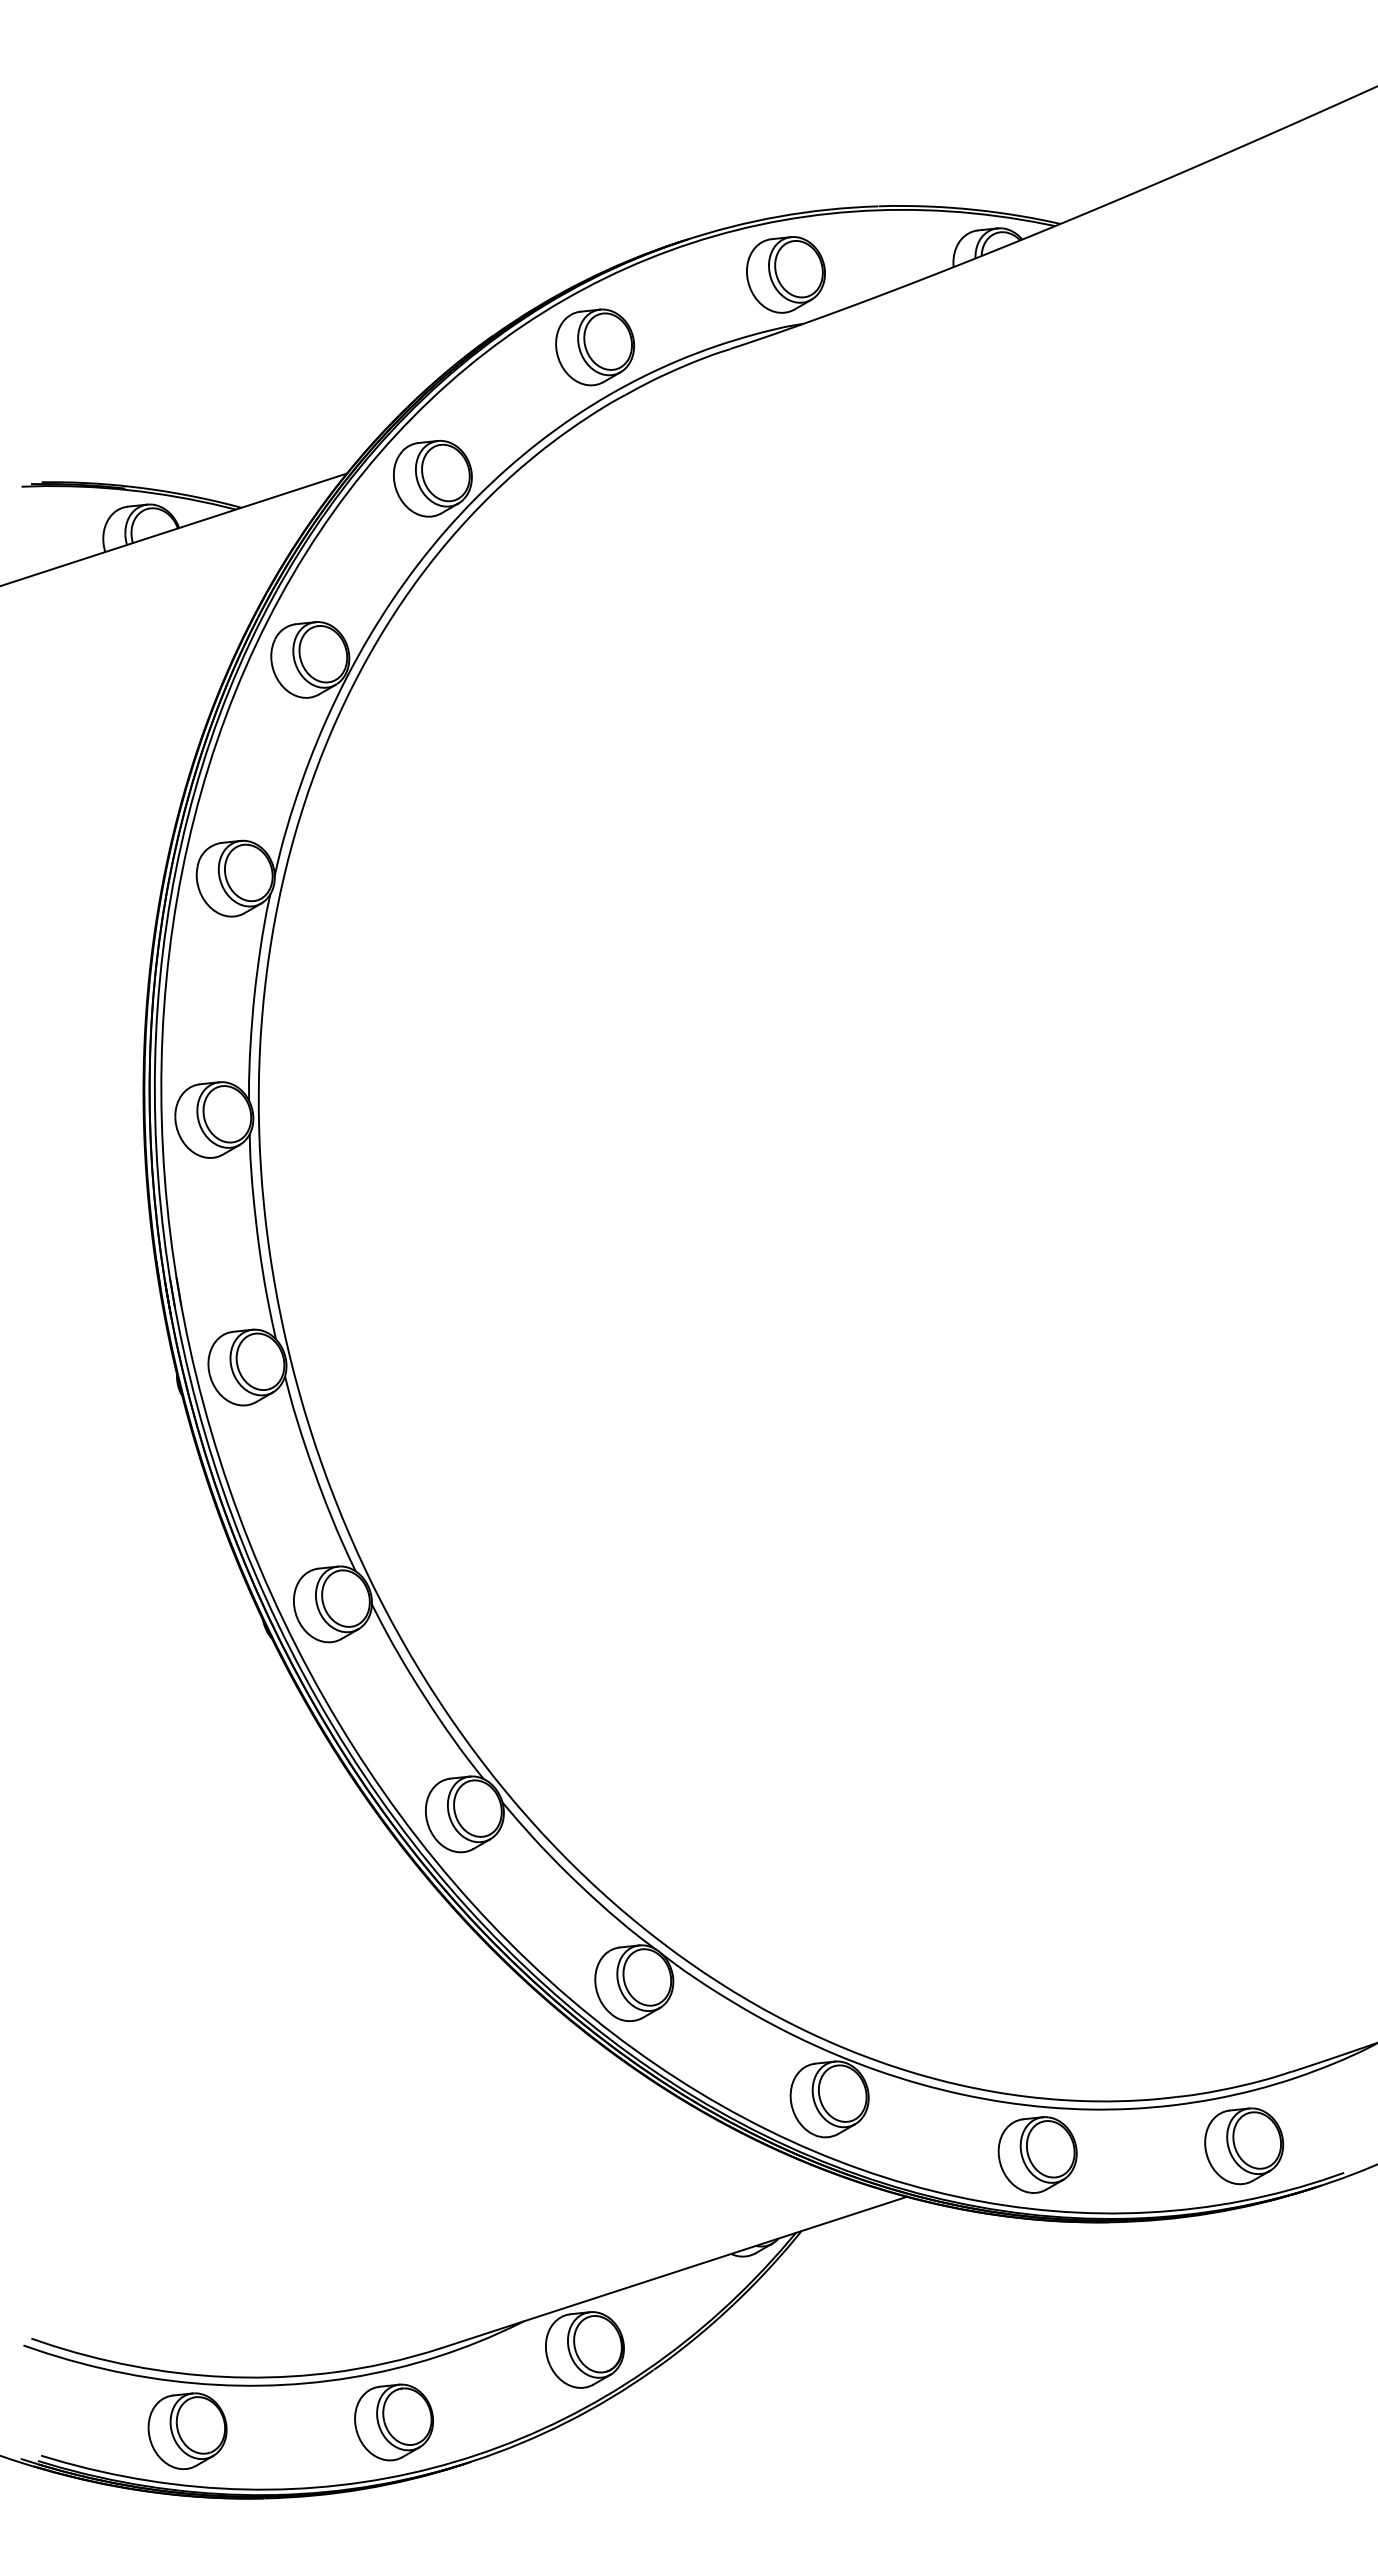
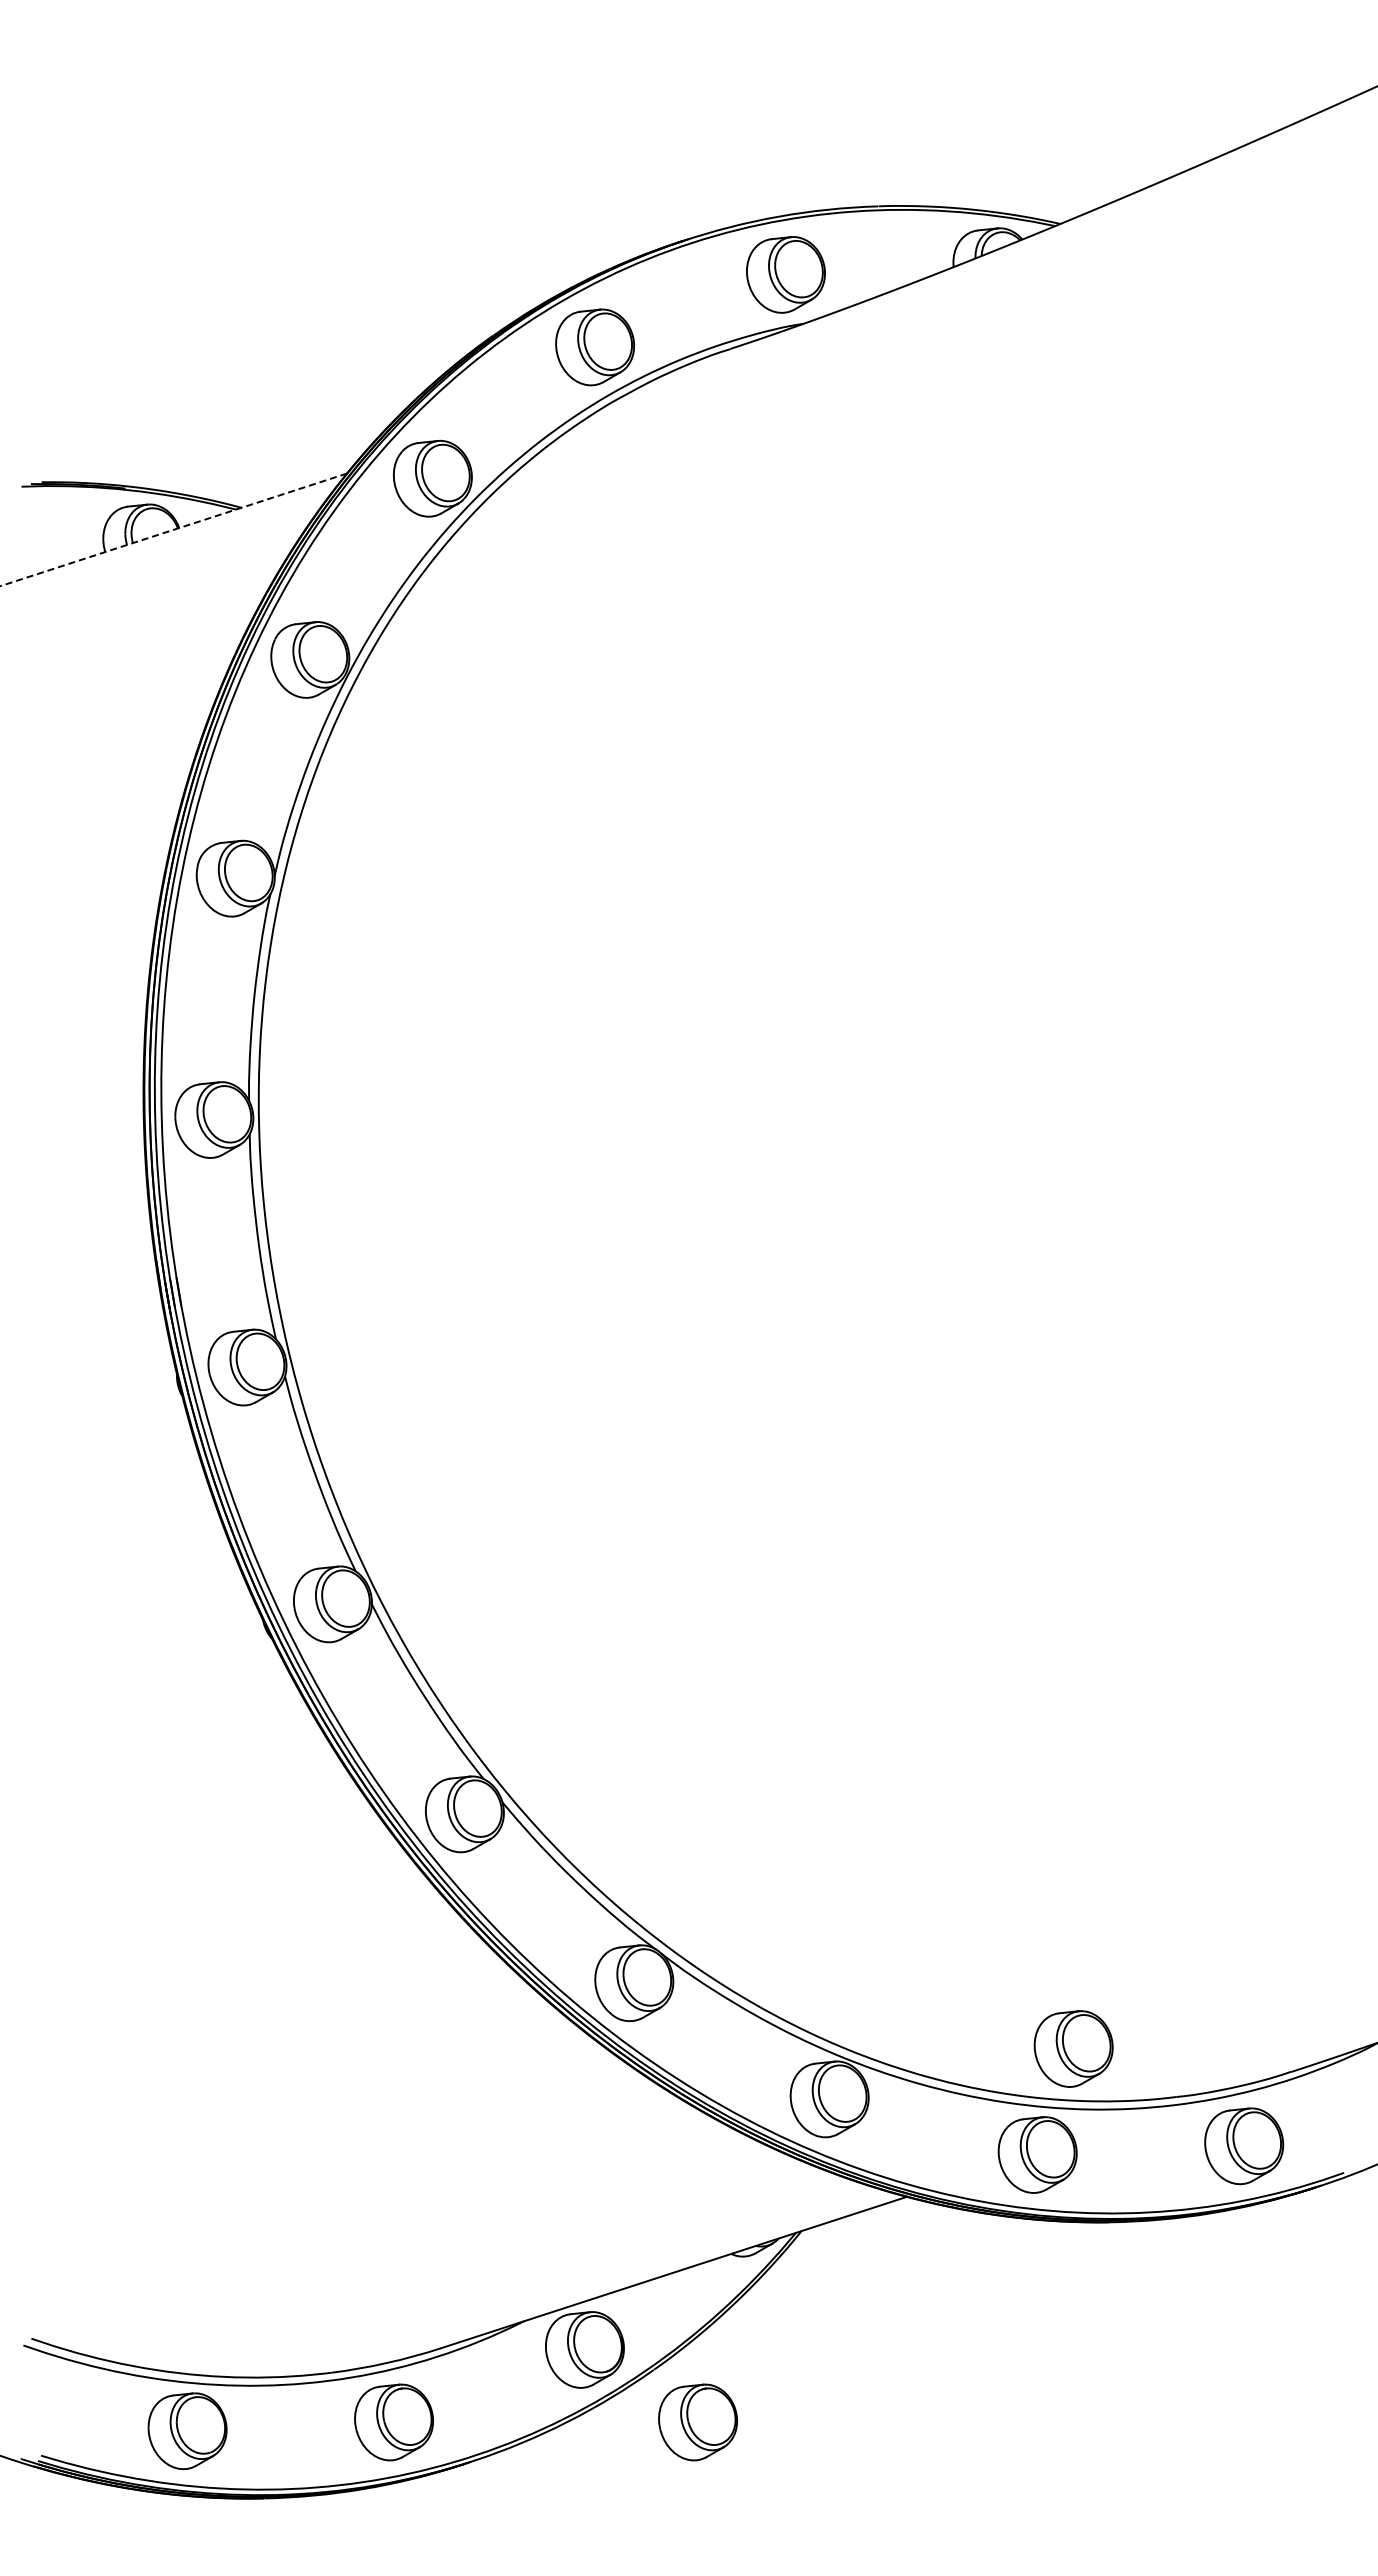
line at (173, 529): solid -> dashed
part at (1073, 2048): none -> present
part at (697, 2422): none -> present
